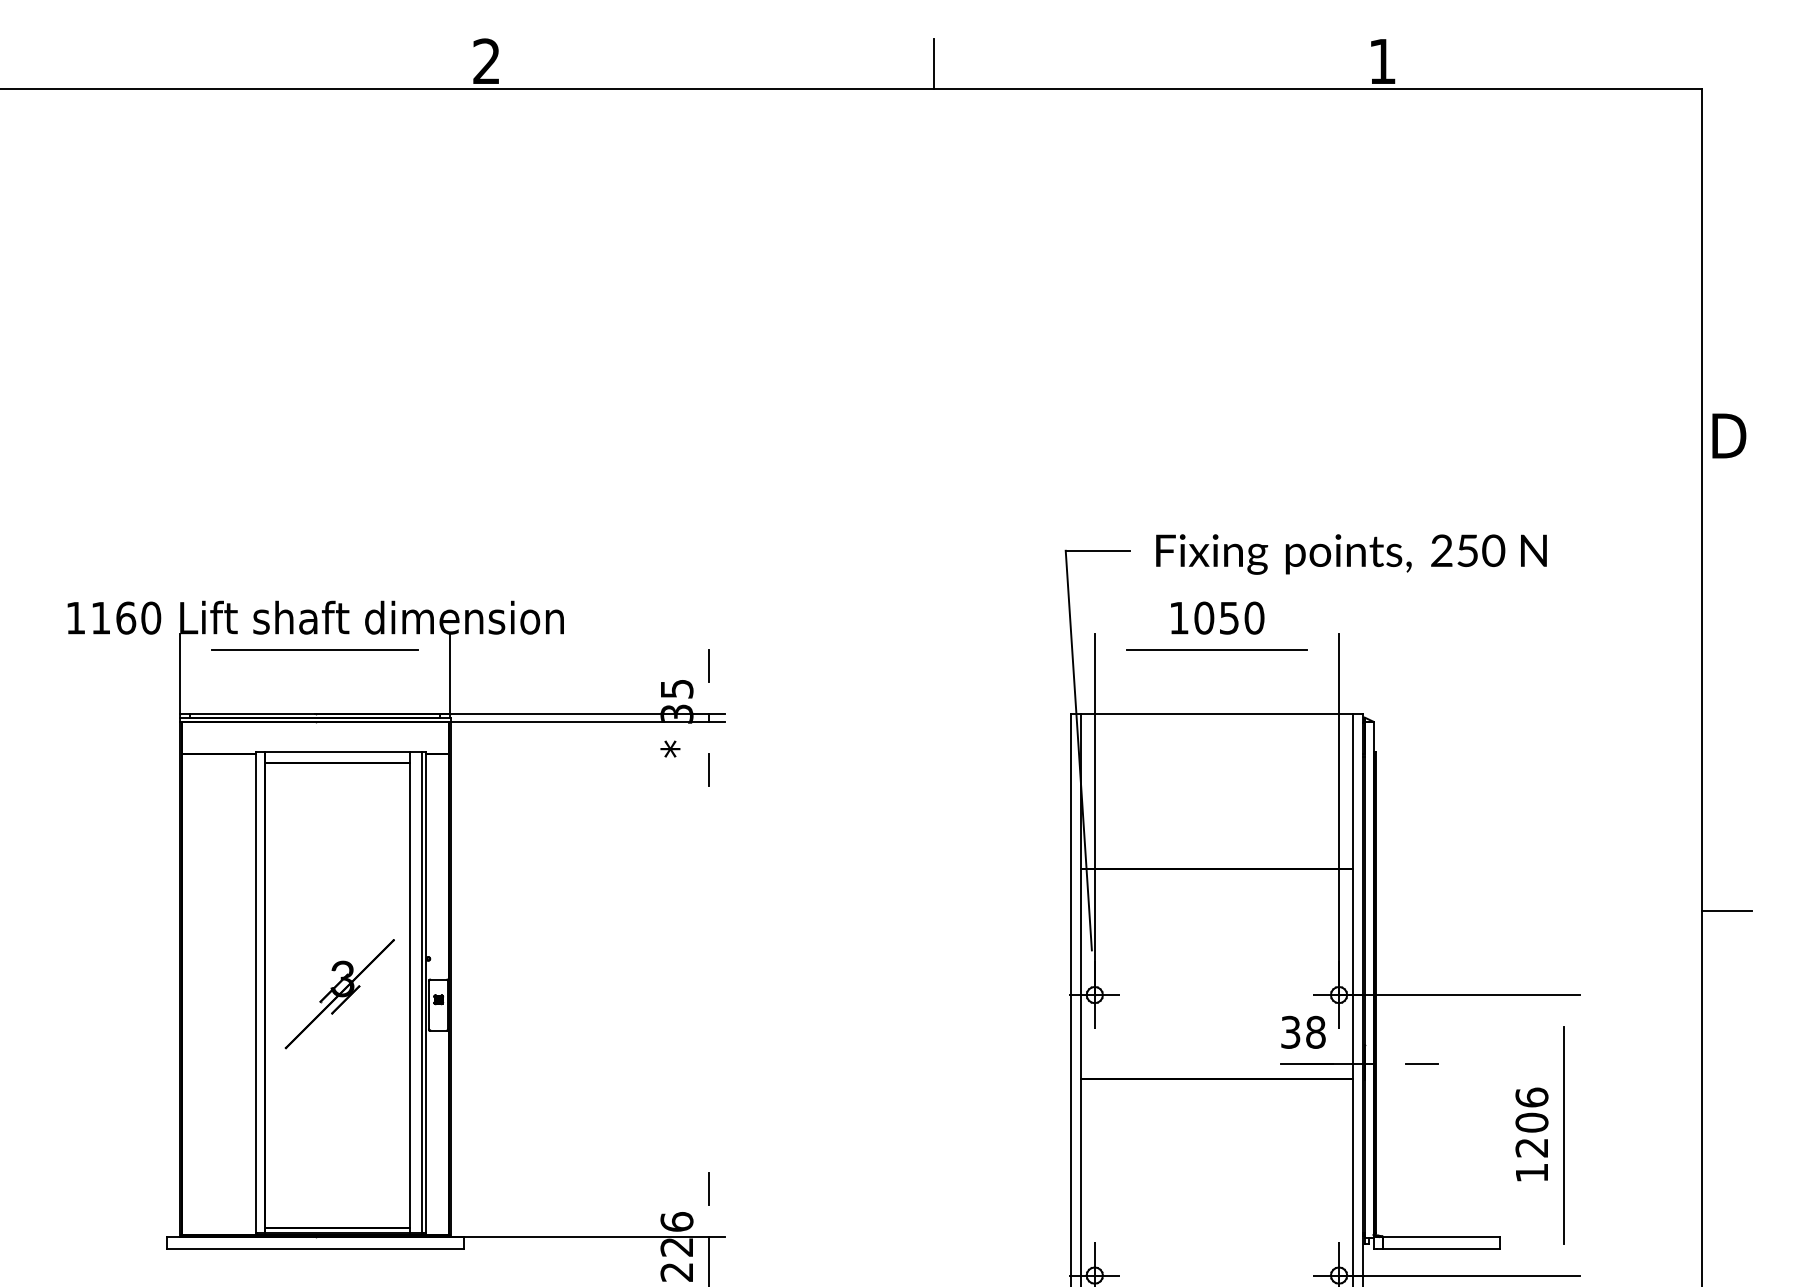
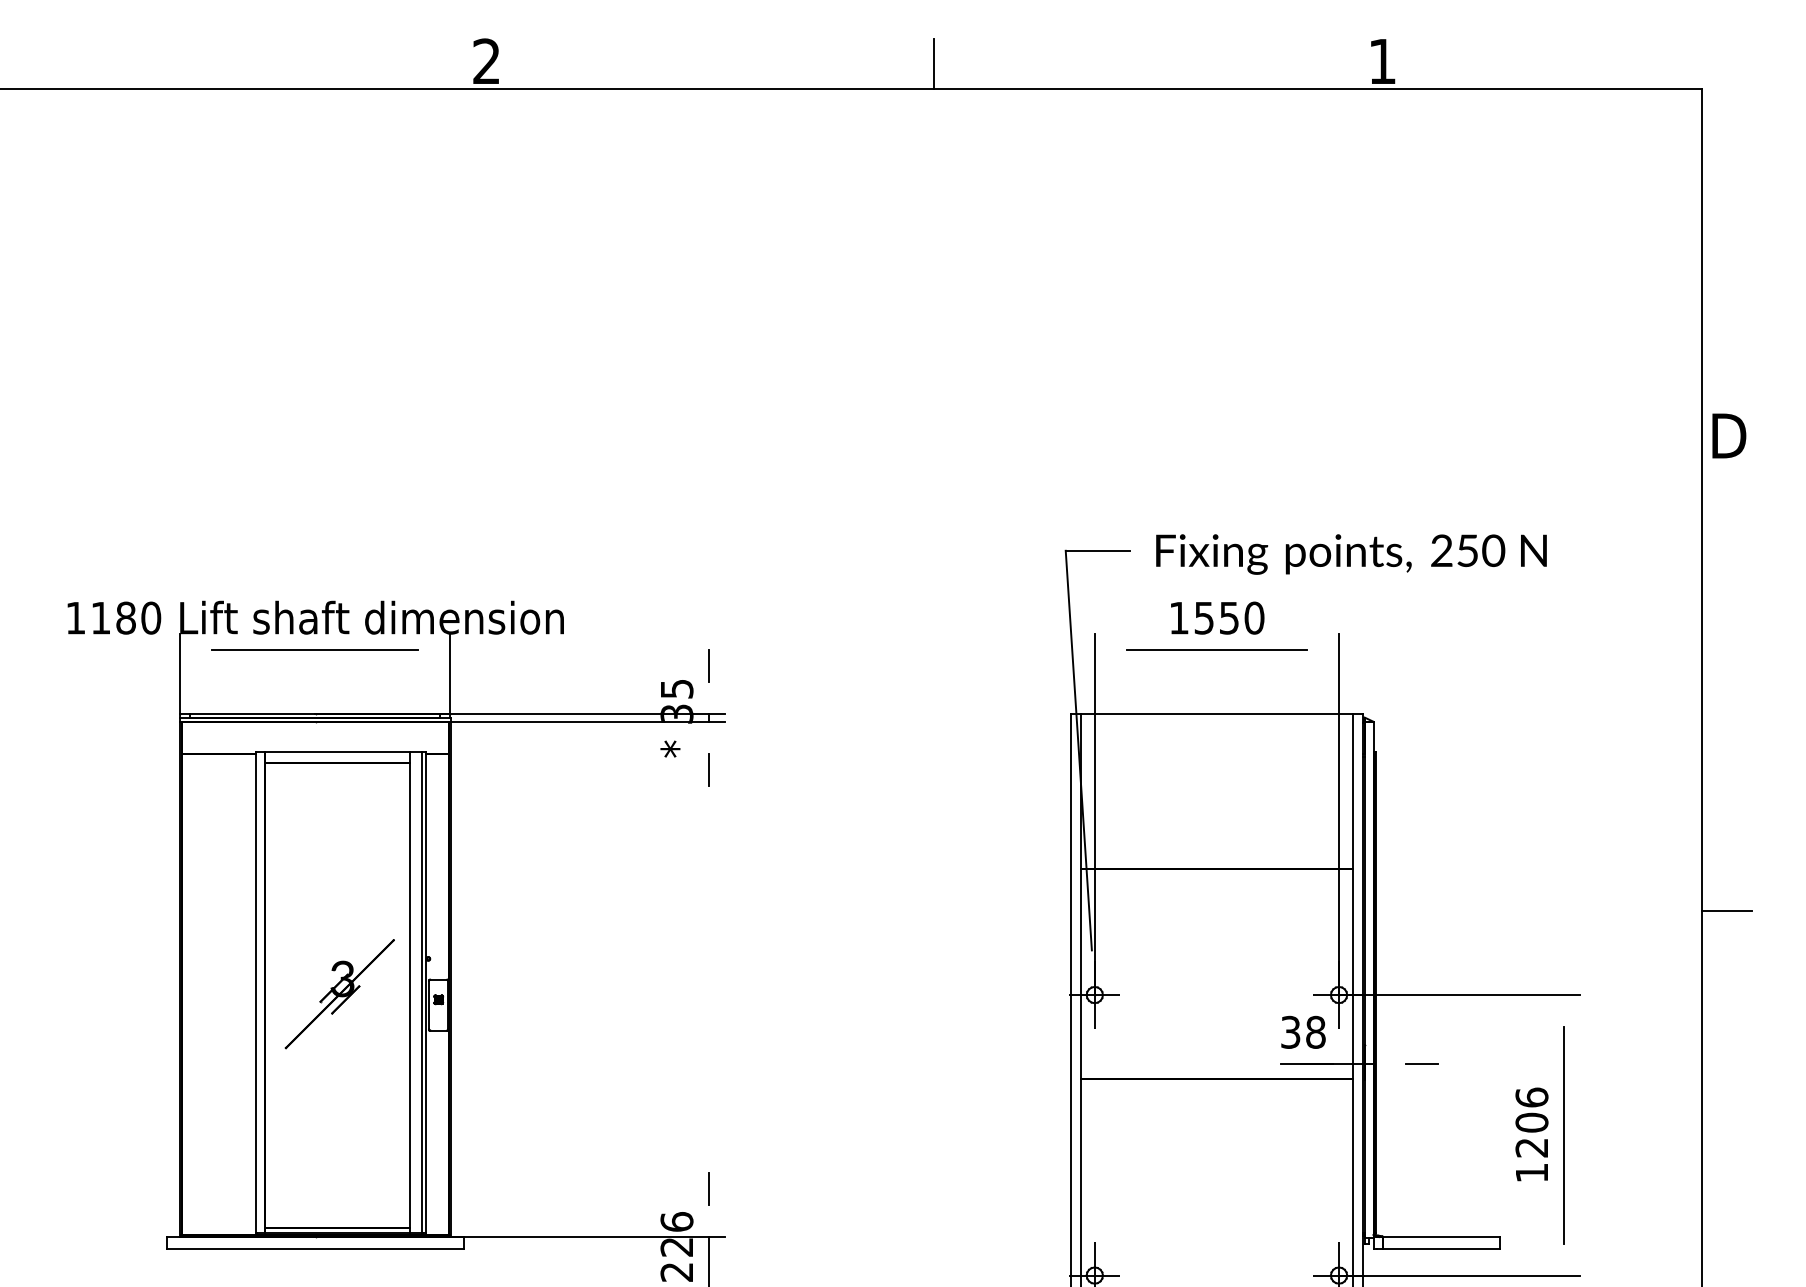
text at (126, 617): 1160 -> 1180
text at (1204, 617): 1050 -> 1550
